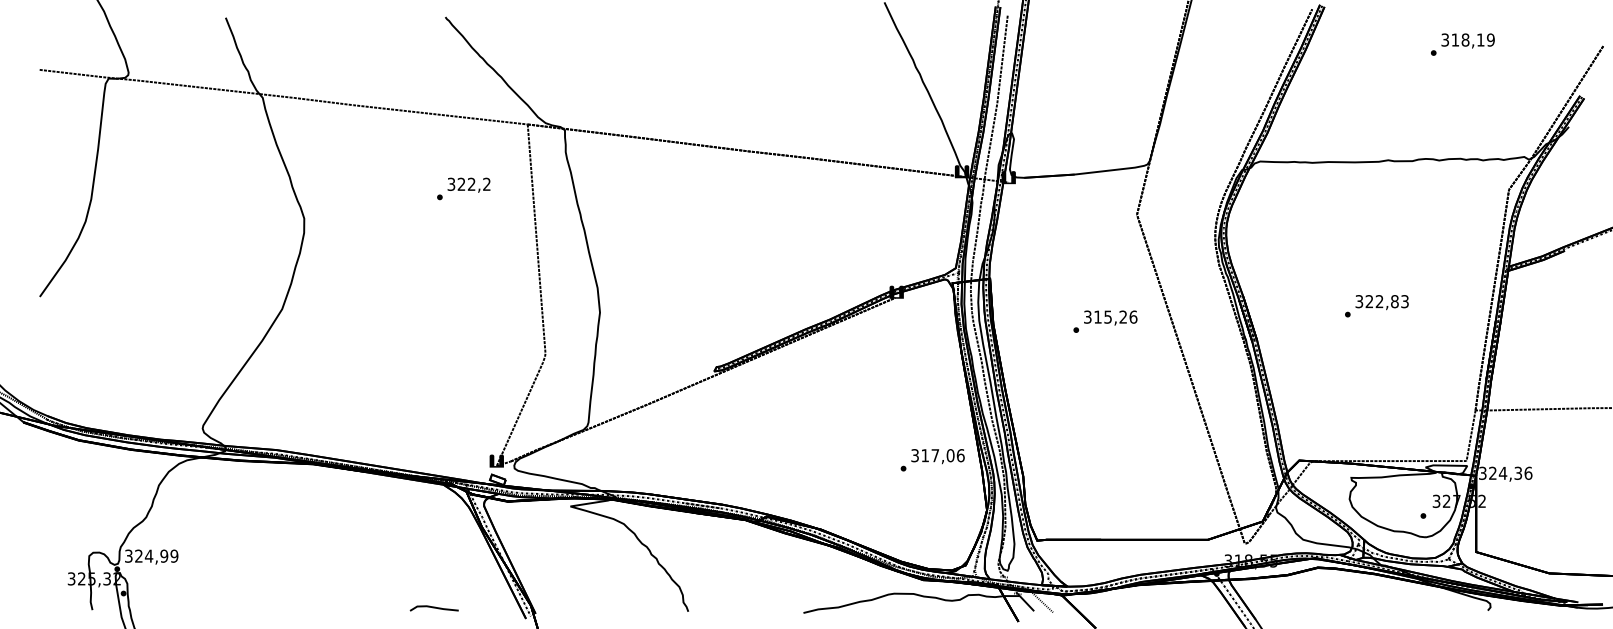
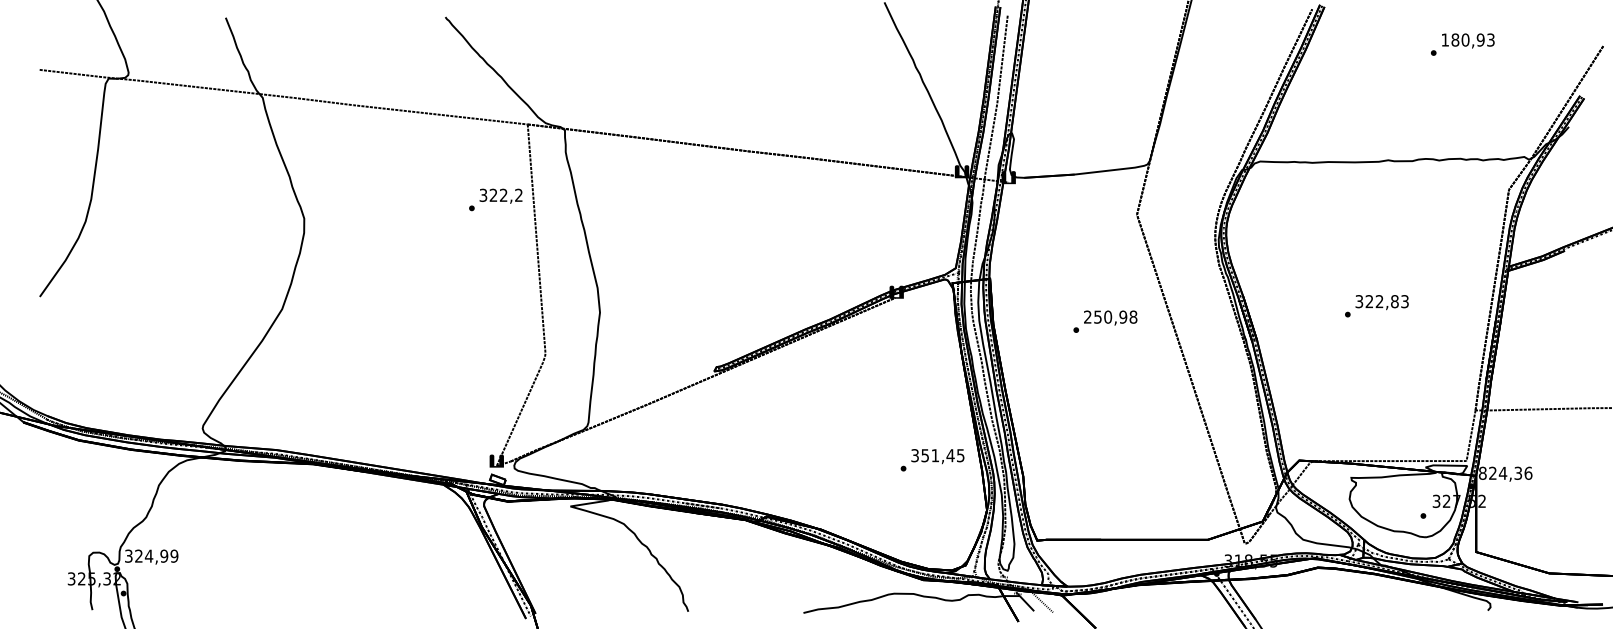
text at (1467, 39): 318,19 -> 180,93
text at (463, 188) position: (463, 188) -> (495, 199)
text at (1110, 316): 315,26 -> 250,98
text at (942, 455): 317,06 -> 351,45
text at (1482, 472): 324,36 -> 824,36
line at (433, 608): present -> none
